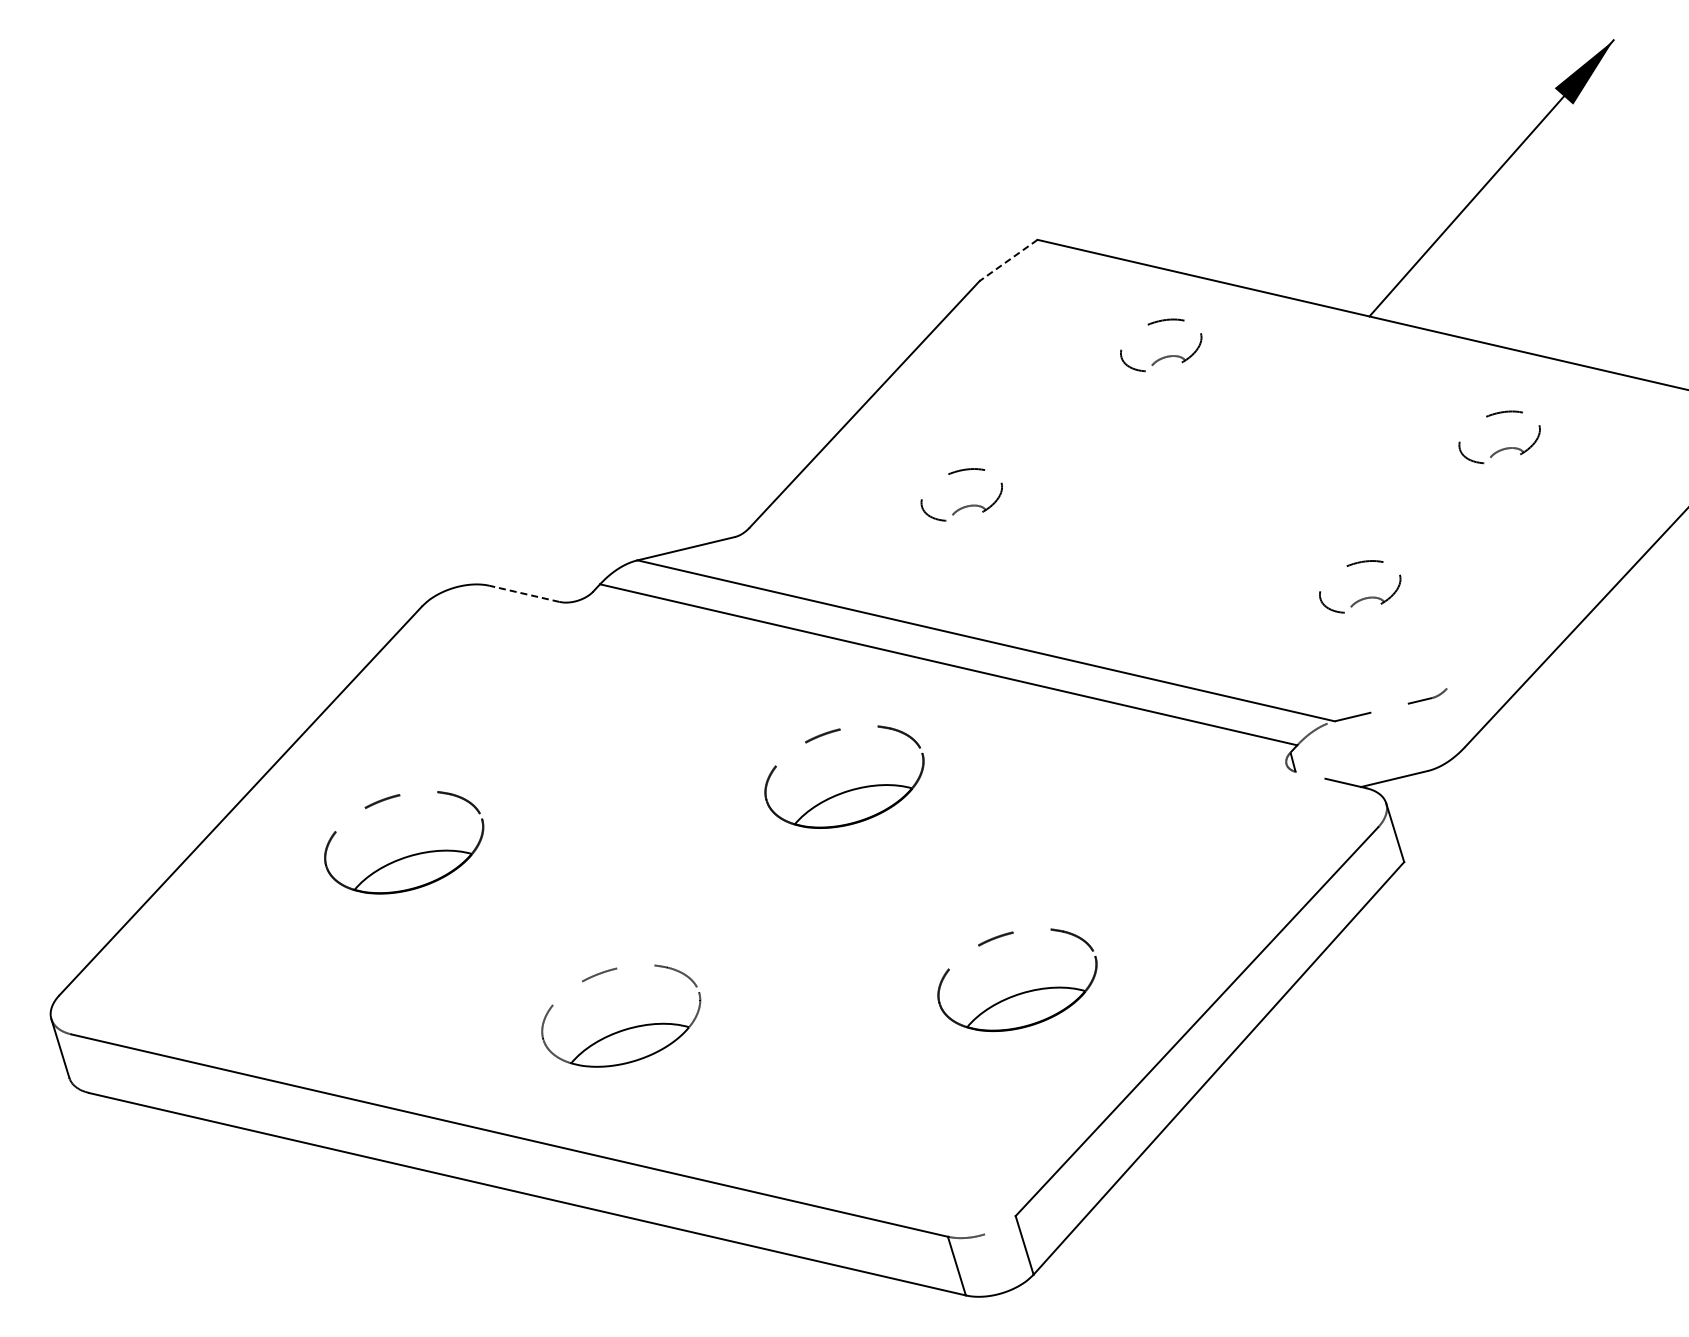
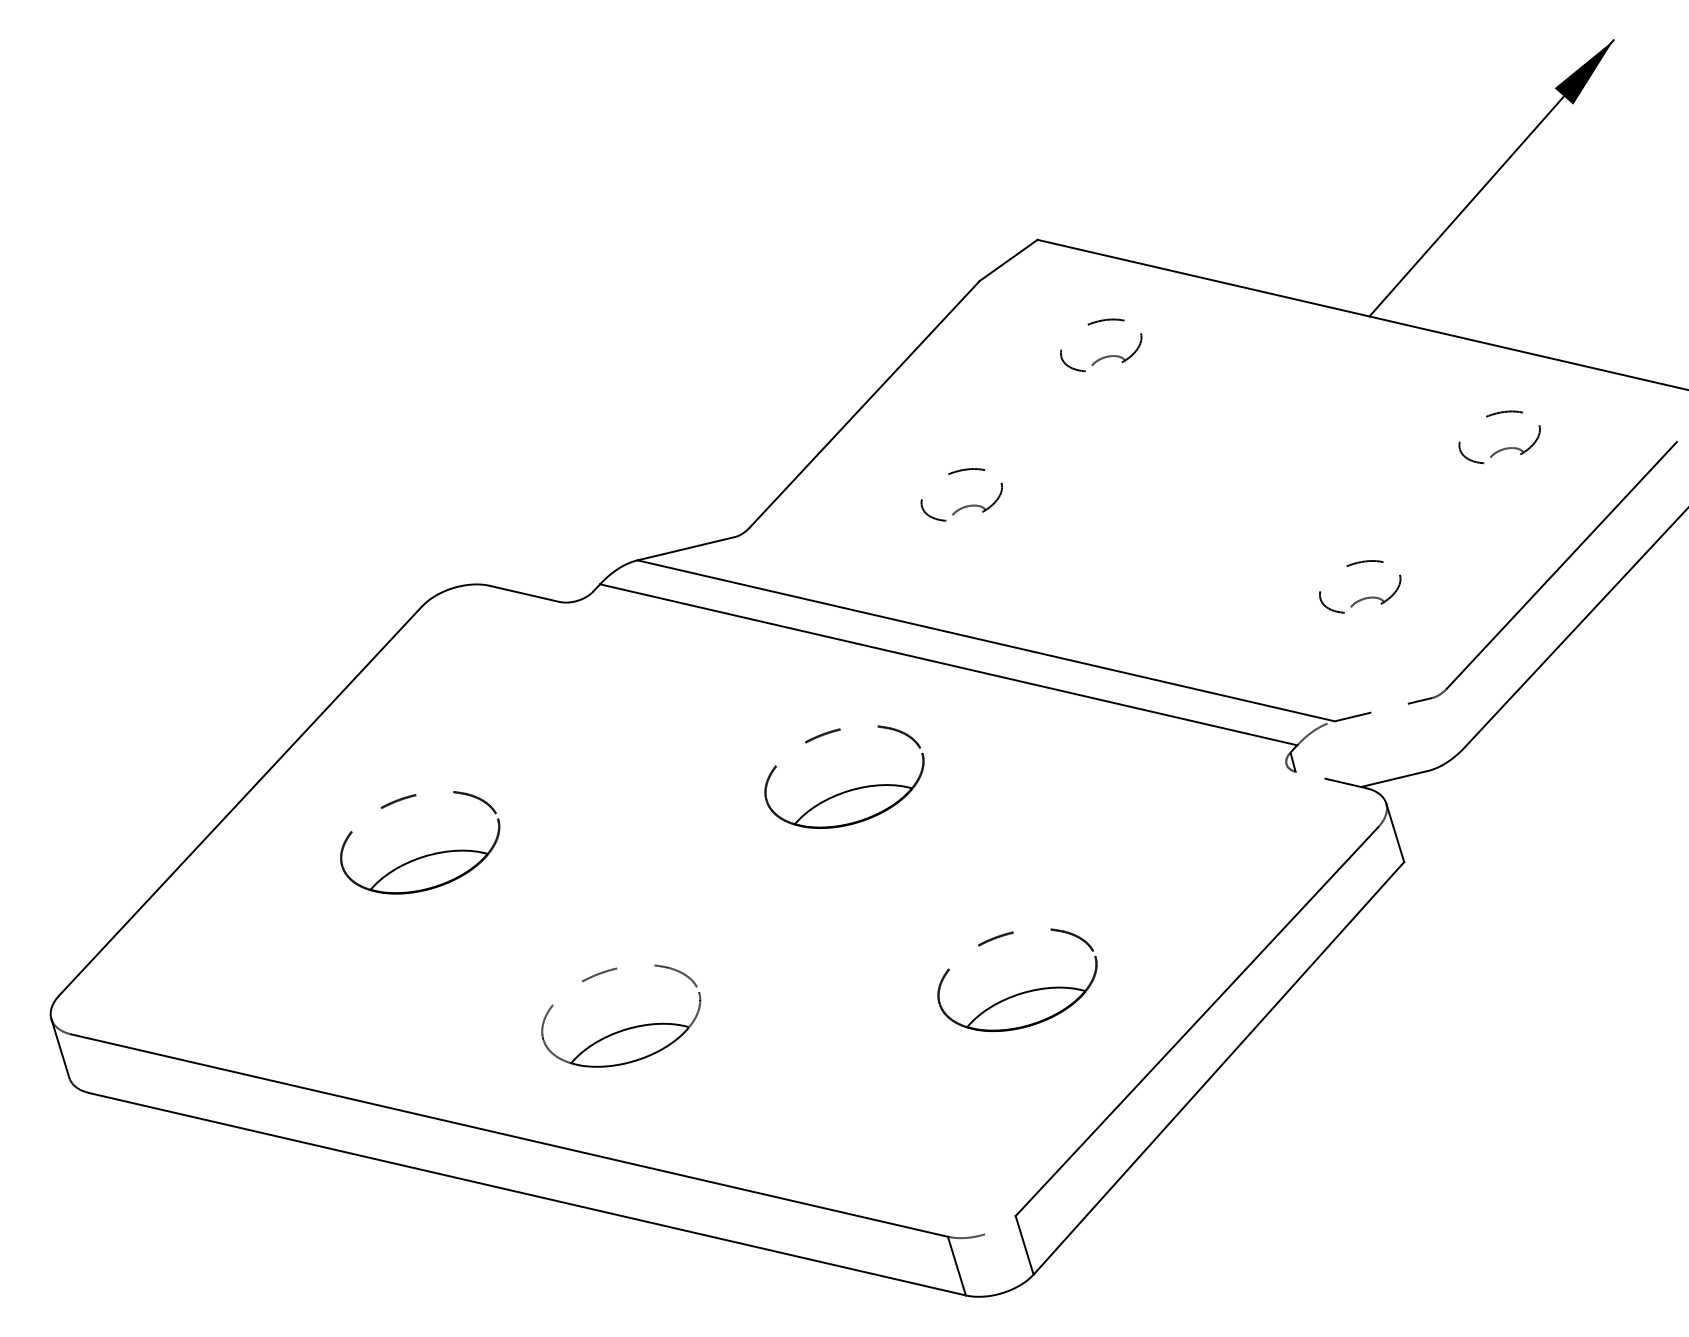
line at (1008, 260): dashed -> solid
part at (1163, 356) position: (1163, 356) -> (1103, 356)
line at (1561, 564): none -> present
line at (524, 593): dashed -> solid
part at (407, 855) position: (407, 855) -> (423, 855)
